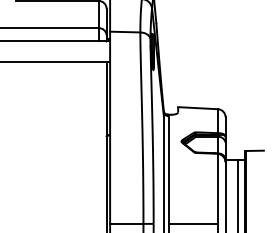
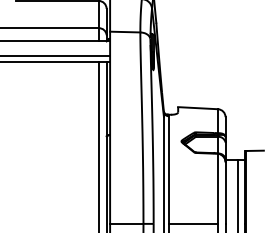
line at (56, 56): none -> present
line at (98, 145): none -> present
